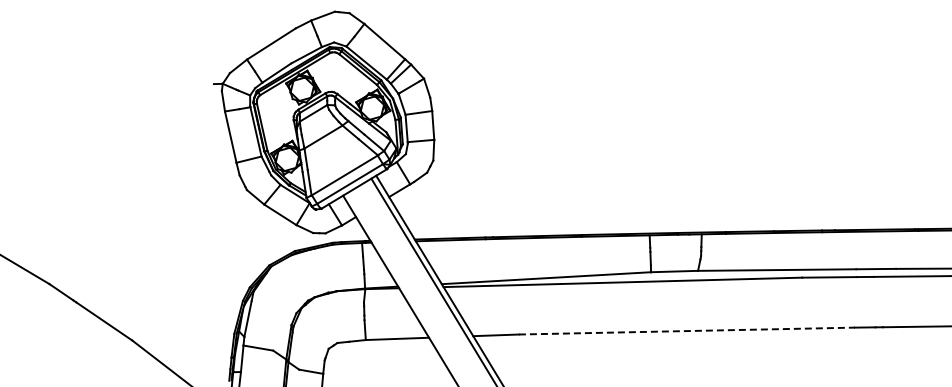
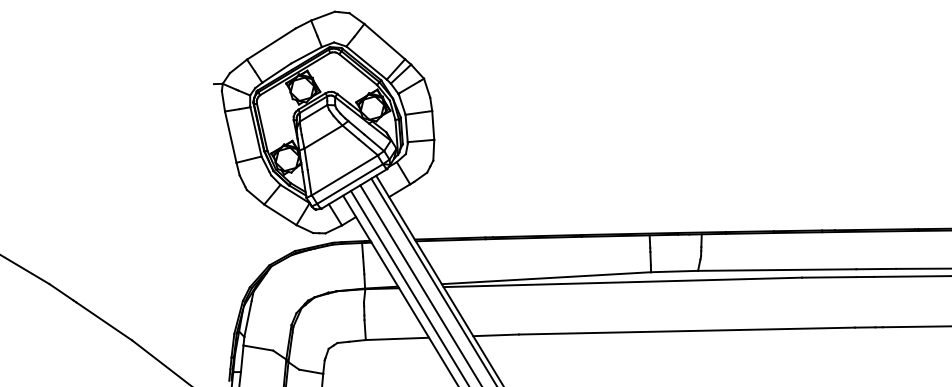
line at (419, 284): none -> present
line at (408, 286): none -> present
line at (687, 331): dashed -> solid
